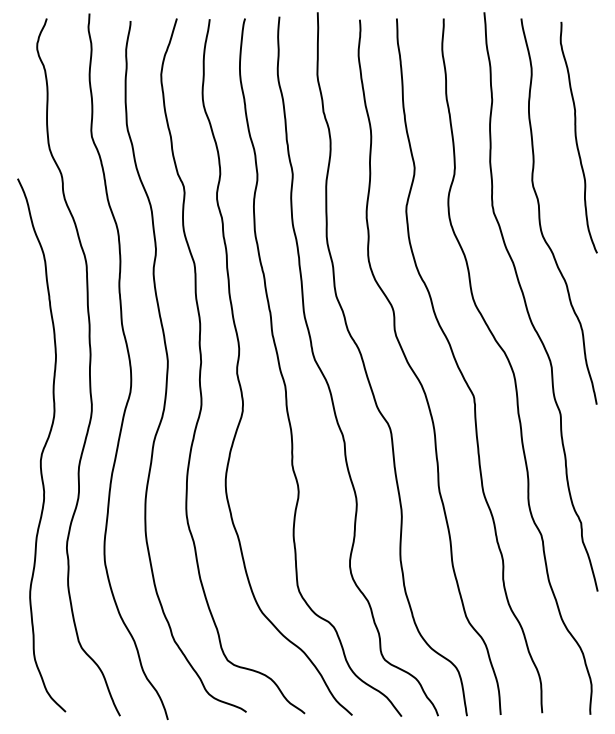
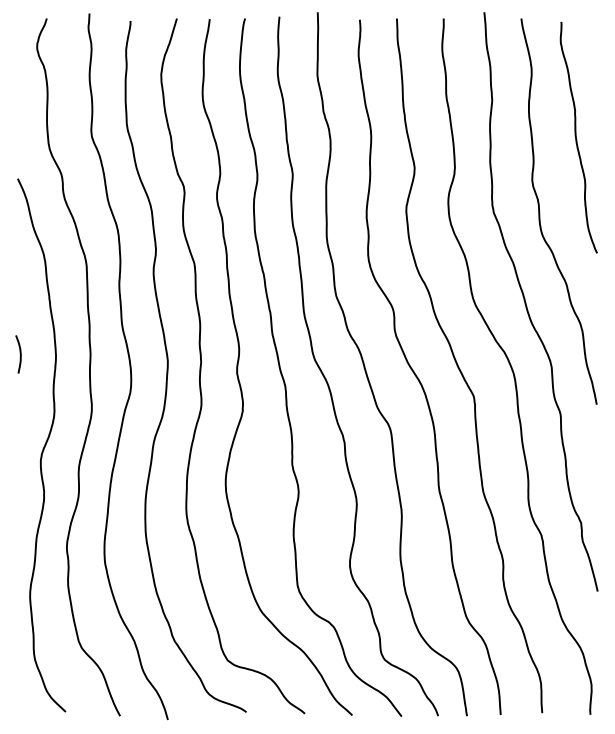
curve at (19, 353): none -> present
